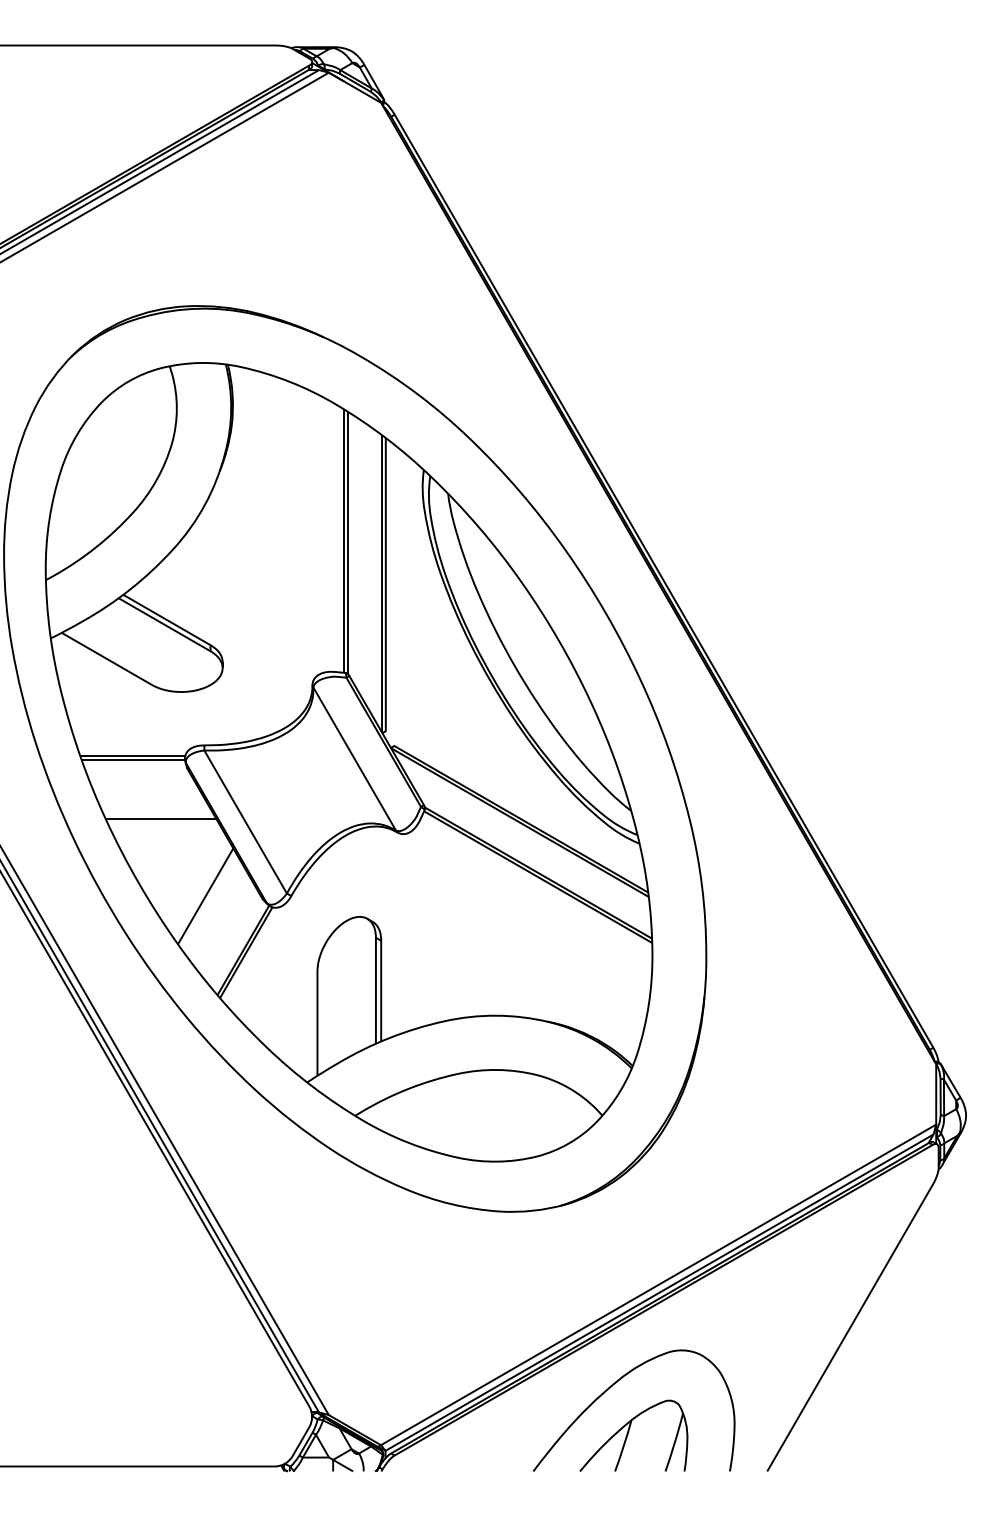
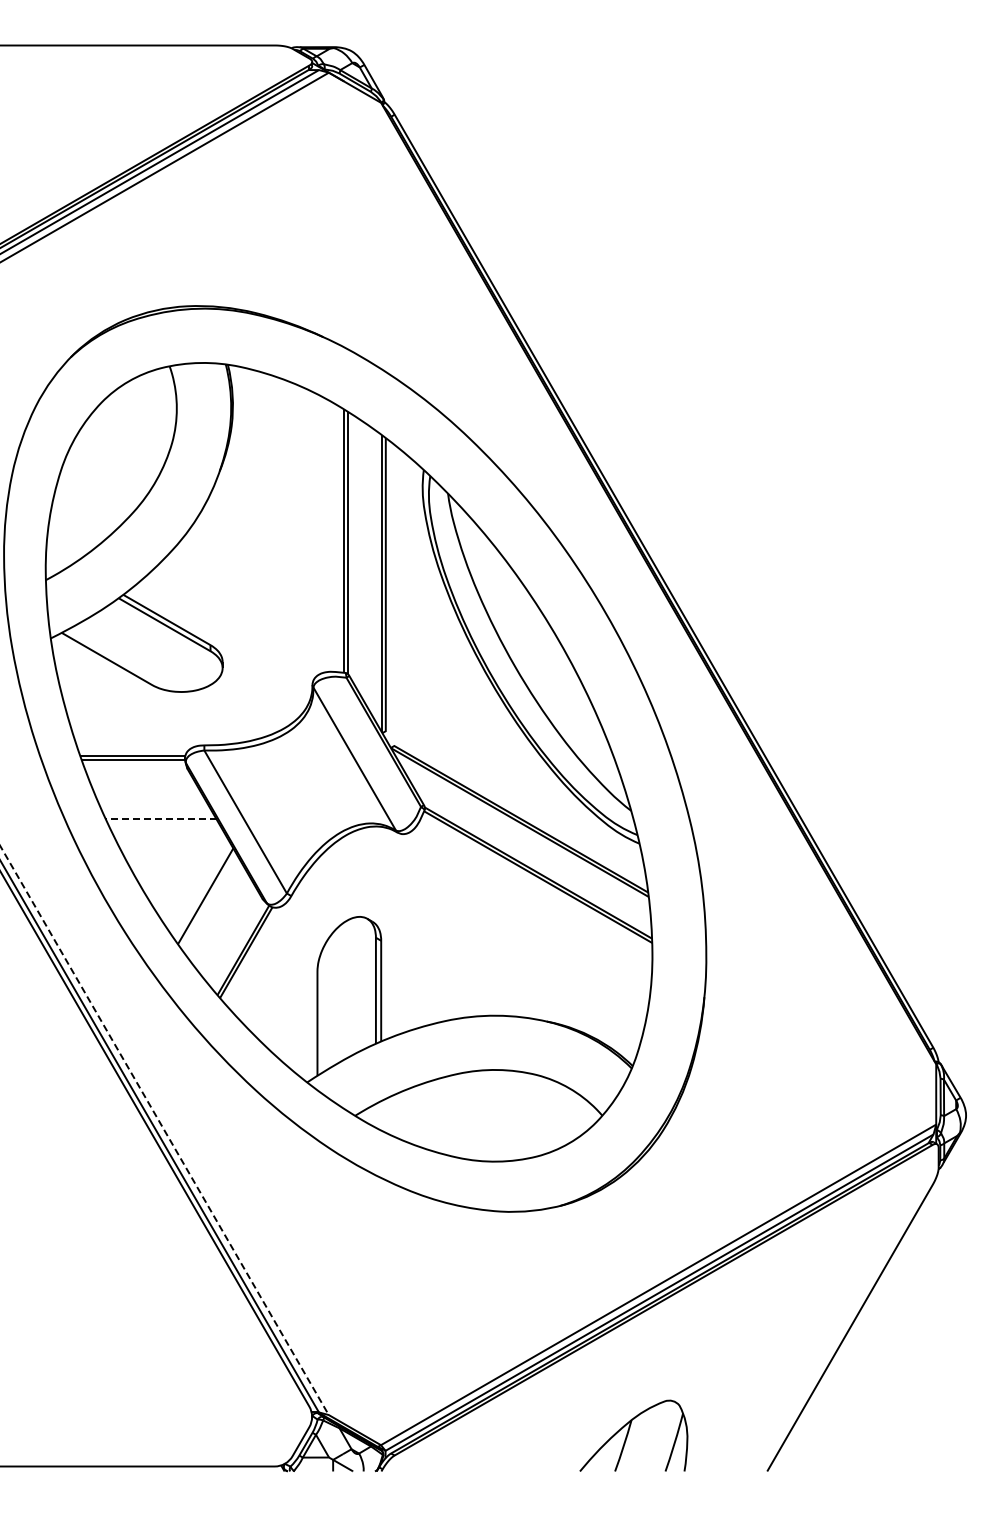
line at (160, 819): solid -> dashed
line at (164, 1130): solid -> dashed
curve at (611, 1387): present -> none
